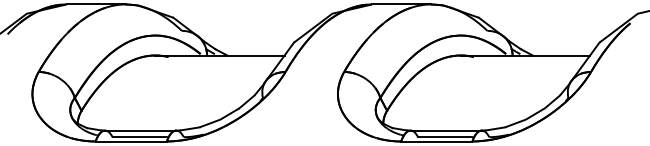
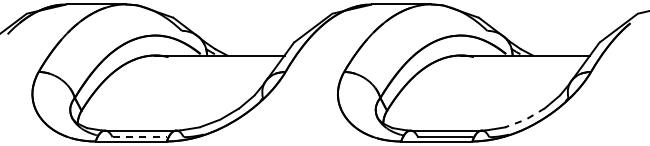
line at (525, 119): solid -> dashed
line at (140, 137): solid -> dashed
